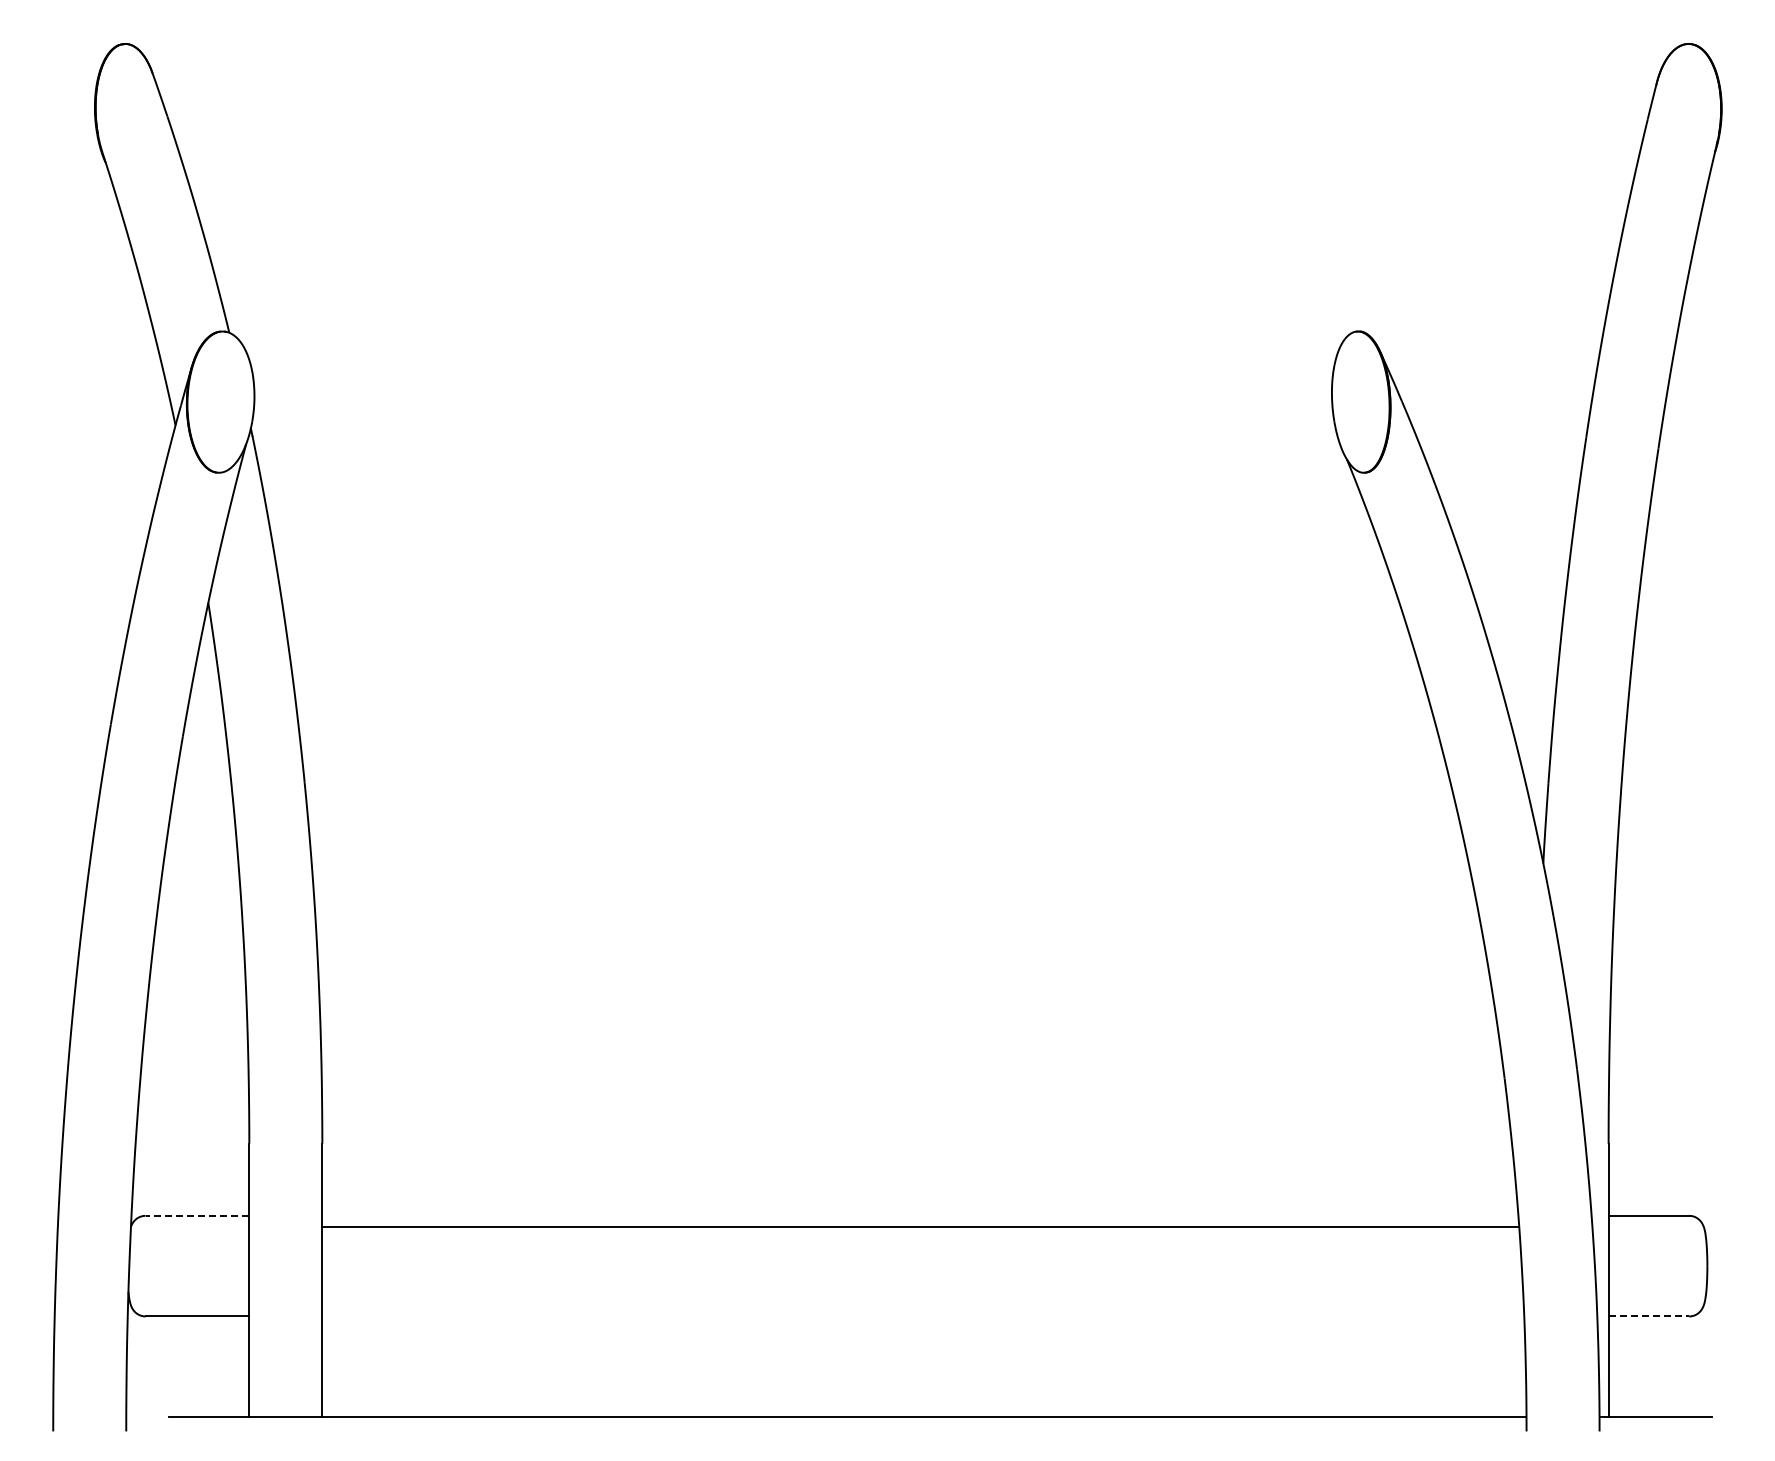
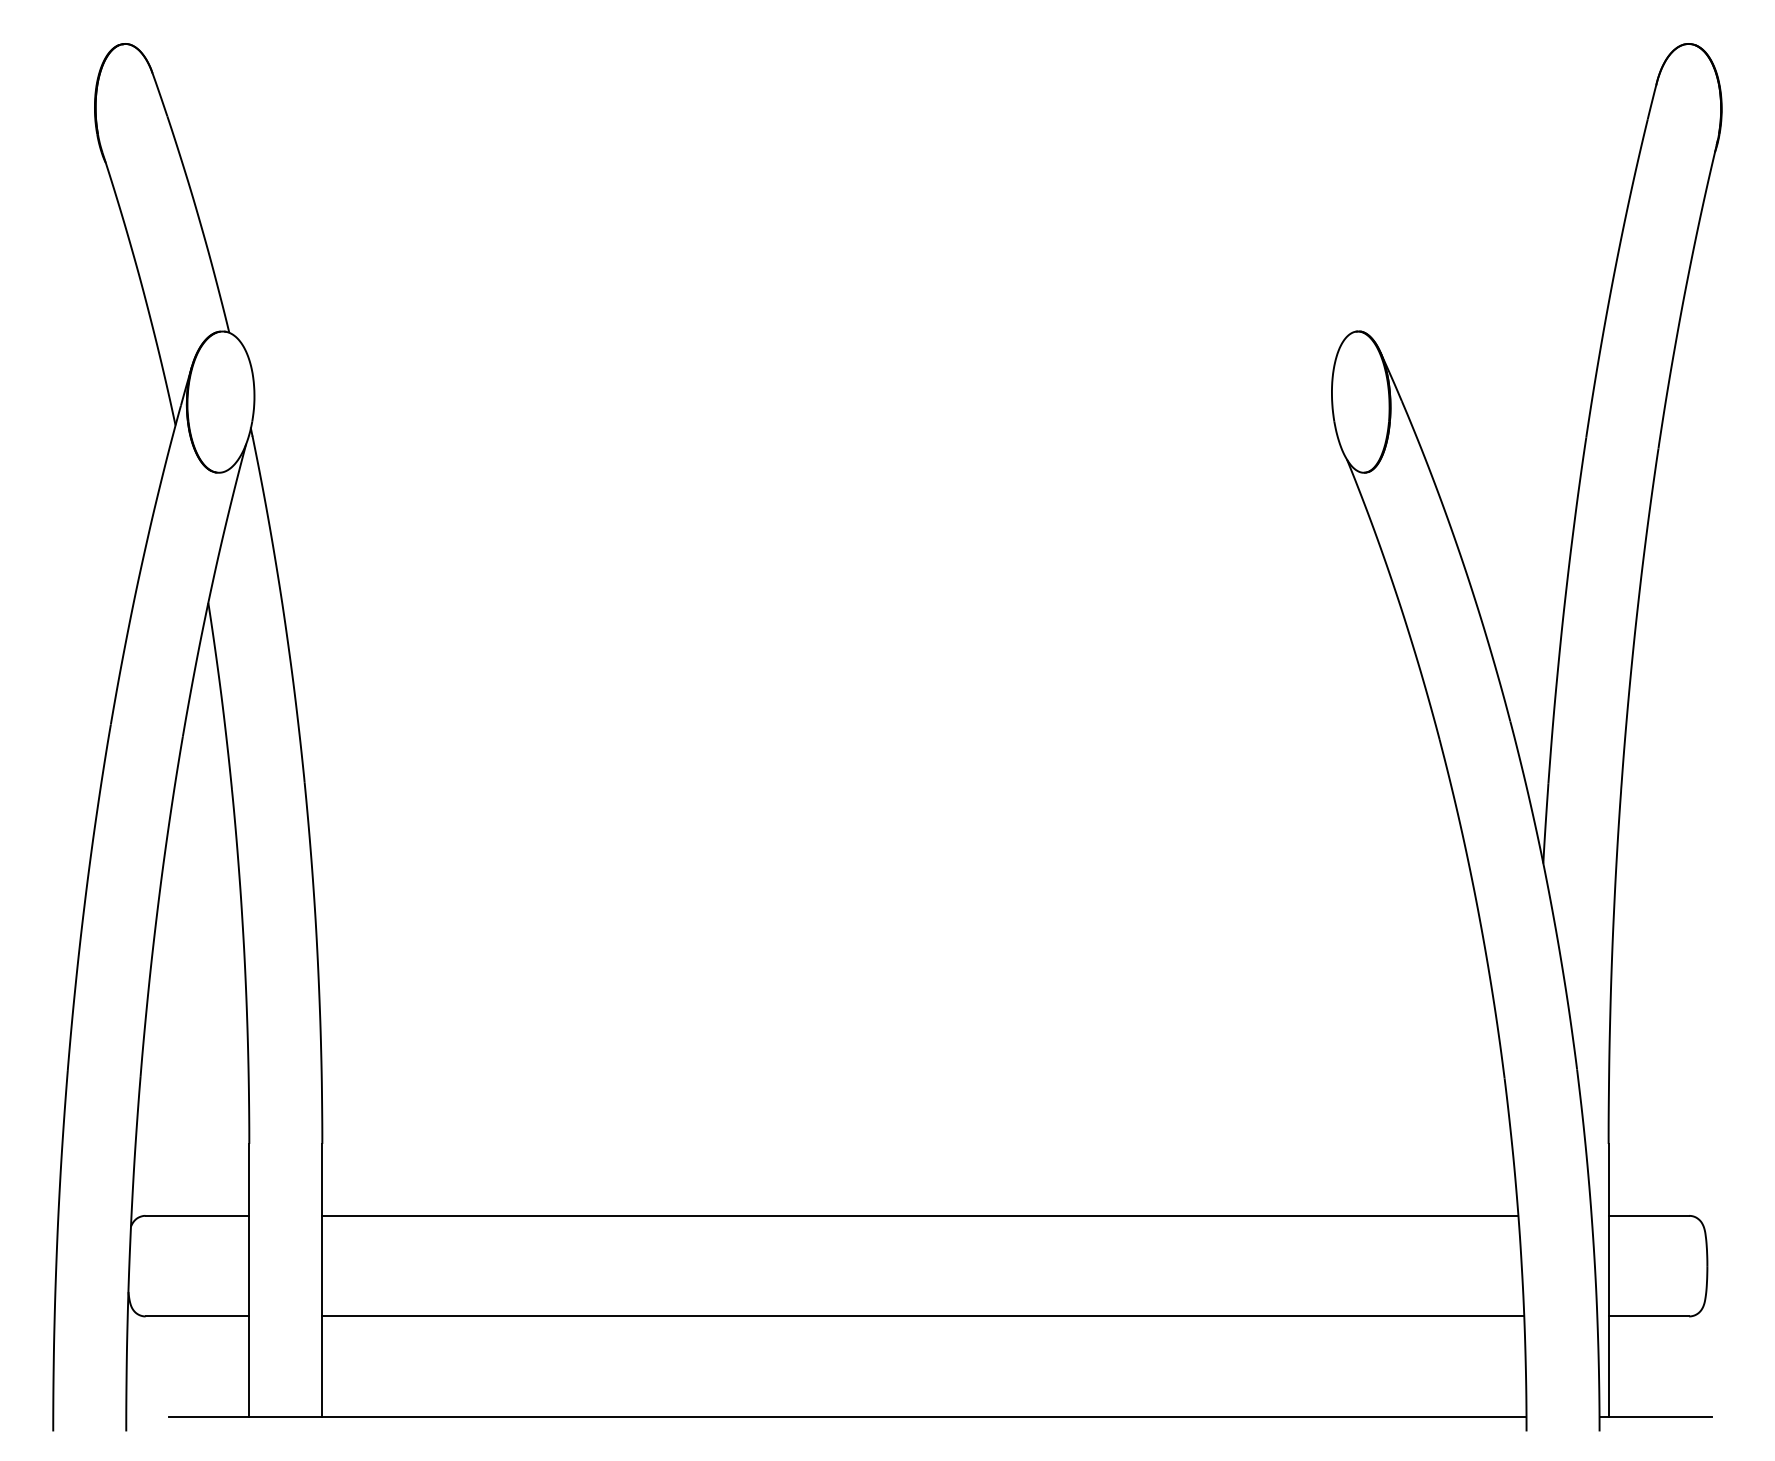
line at (197, 1215): dashed -> solid
line at (920, 1226) position: (920, 1226) -> (920, 1215)
line at (923, 1316): none -> present
line at (1649, 1316): dashed -> solid
